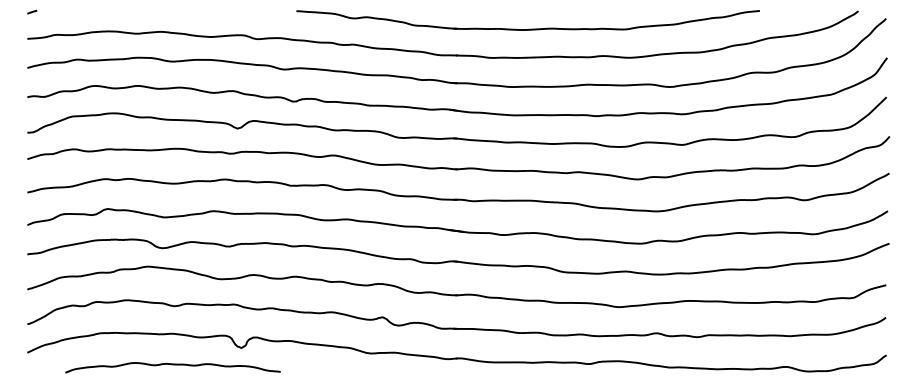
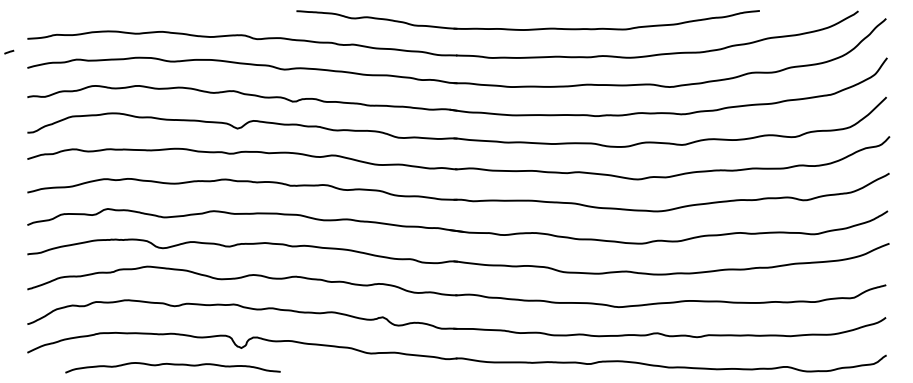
curve at (32, 11) position: (32, 11) -> (9, 51)
